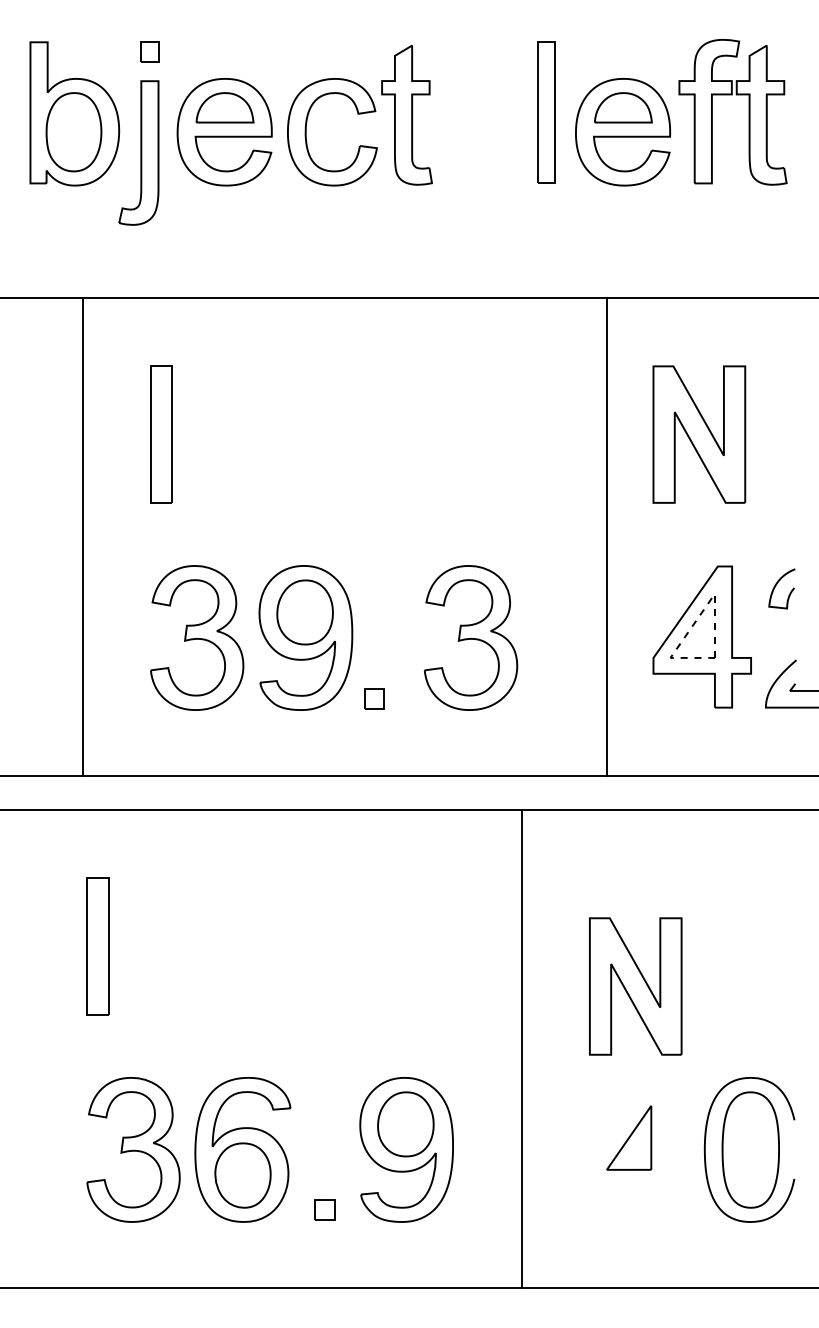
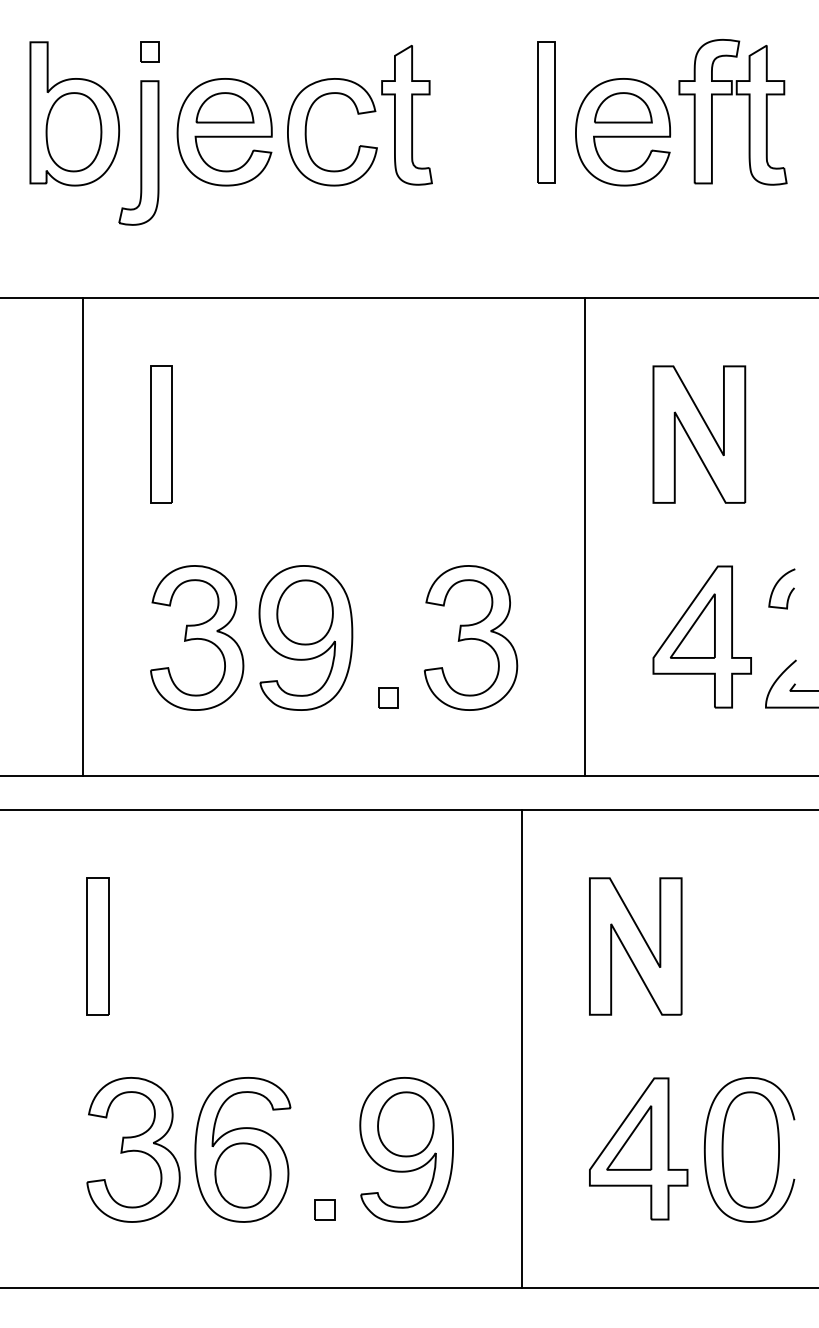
line at (607, 537) position: (607, 537) -> (585, 537)
line at (698, 617): dashed -> solid
part at (374, 698) position: (374, 698) -> (388, 697)
part at (635, 986) position: (635, 986) -> (635, 946)
part at (638, 1148): none -> present
